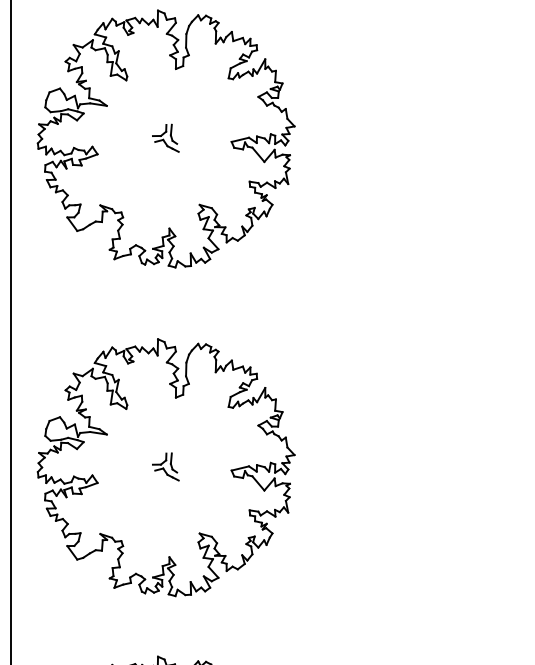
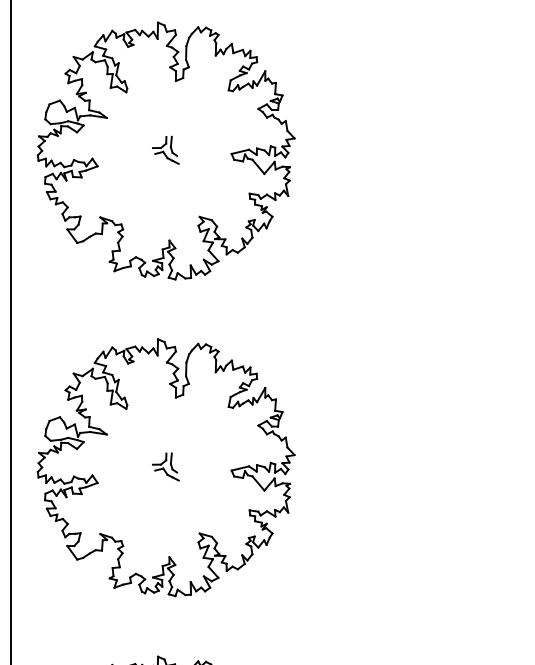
part at (165, 138) position: (165, 138) -> (165, 150)
